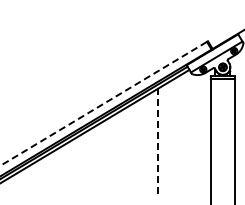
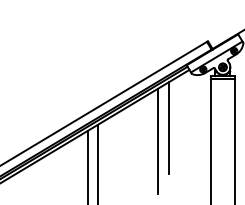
line at (104, 103): dashed -> solid
line at (168, 128): none -> present
line at (158, 141): dashed -> solid
line at (98, 162): none -> present
line at (88, 165): none -> present
